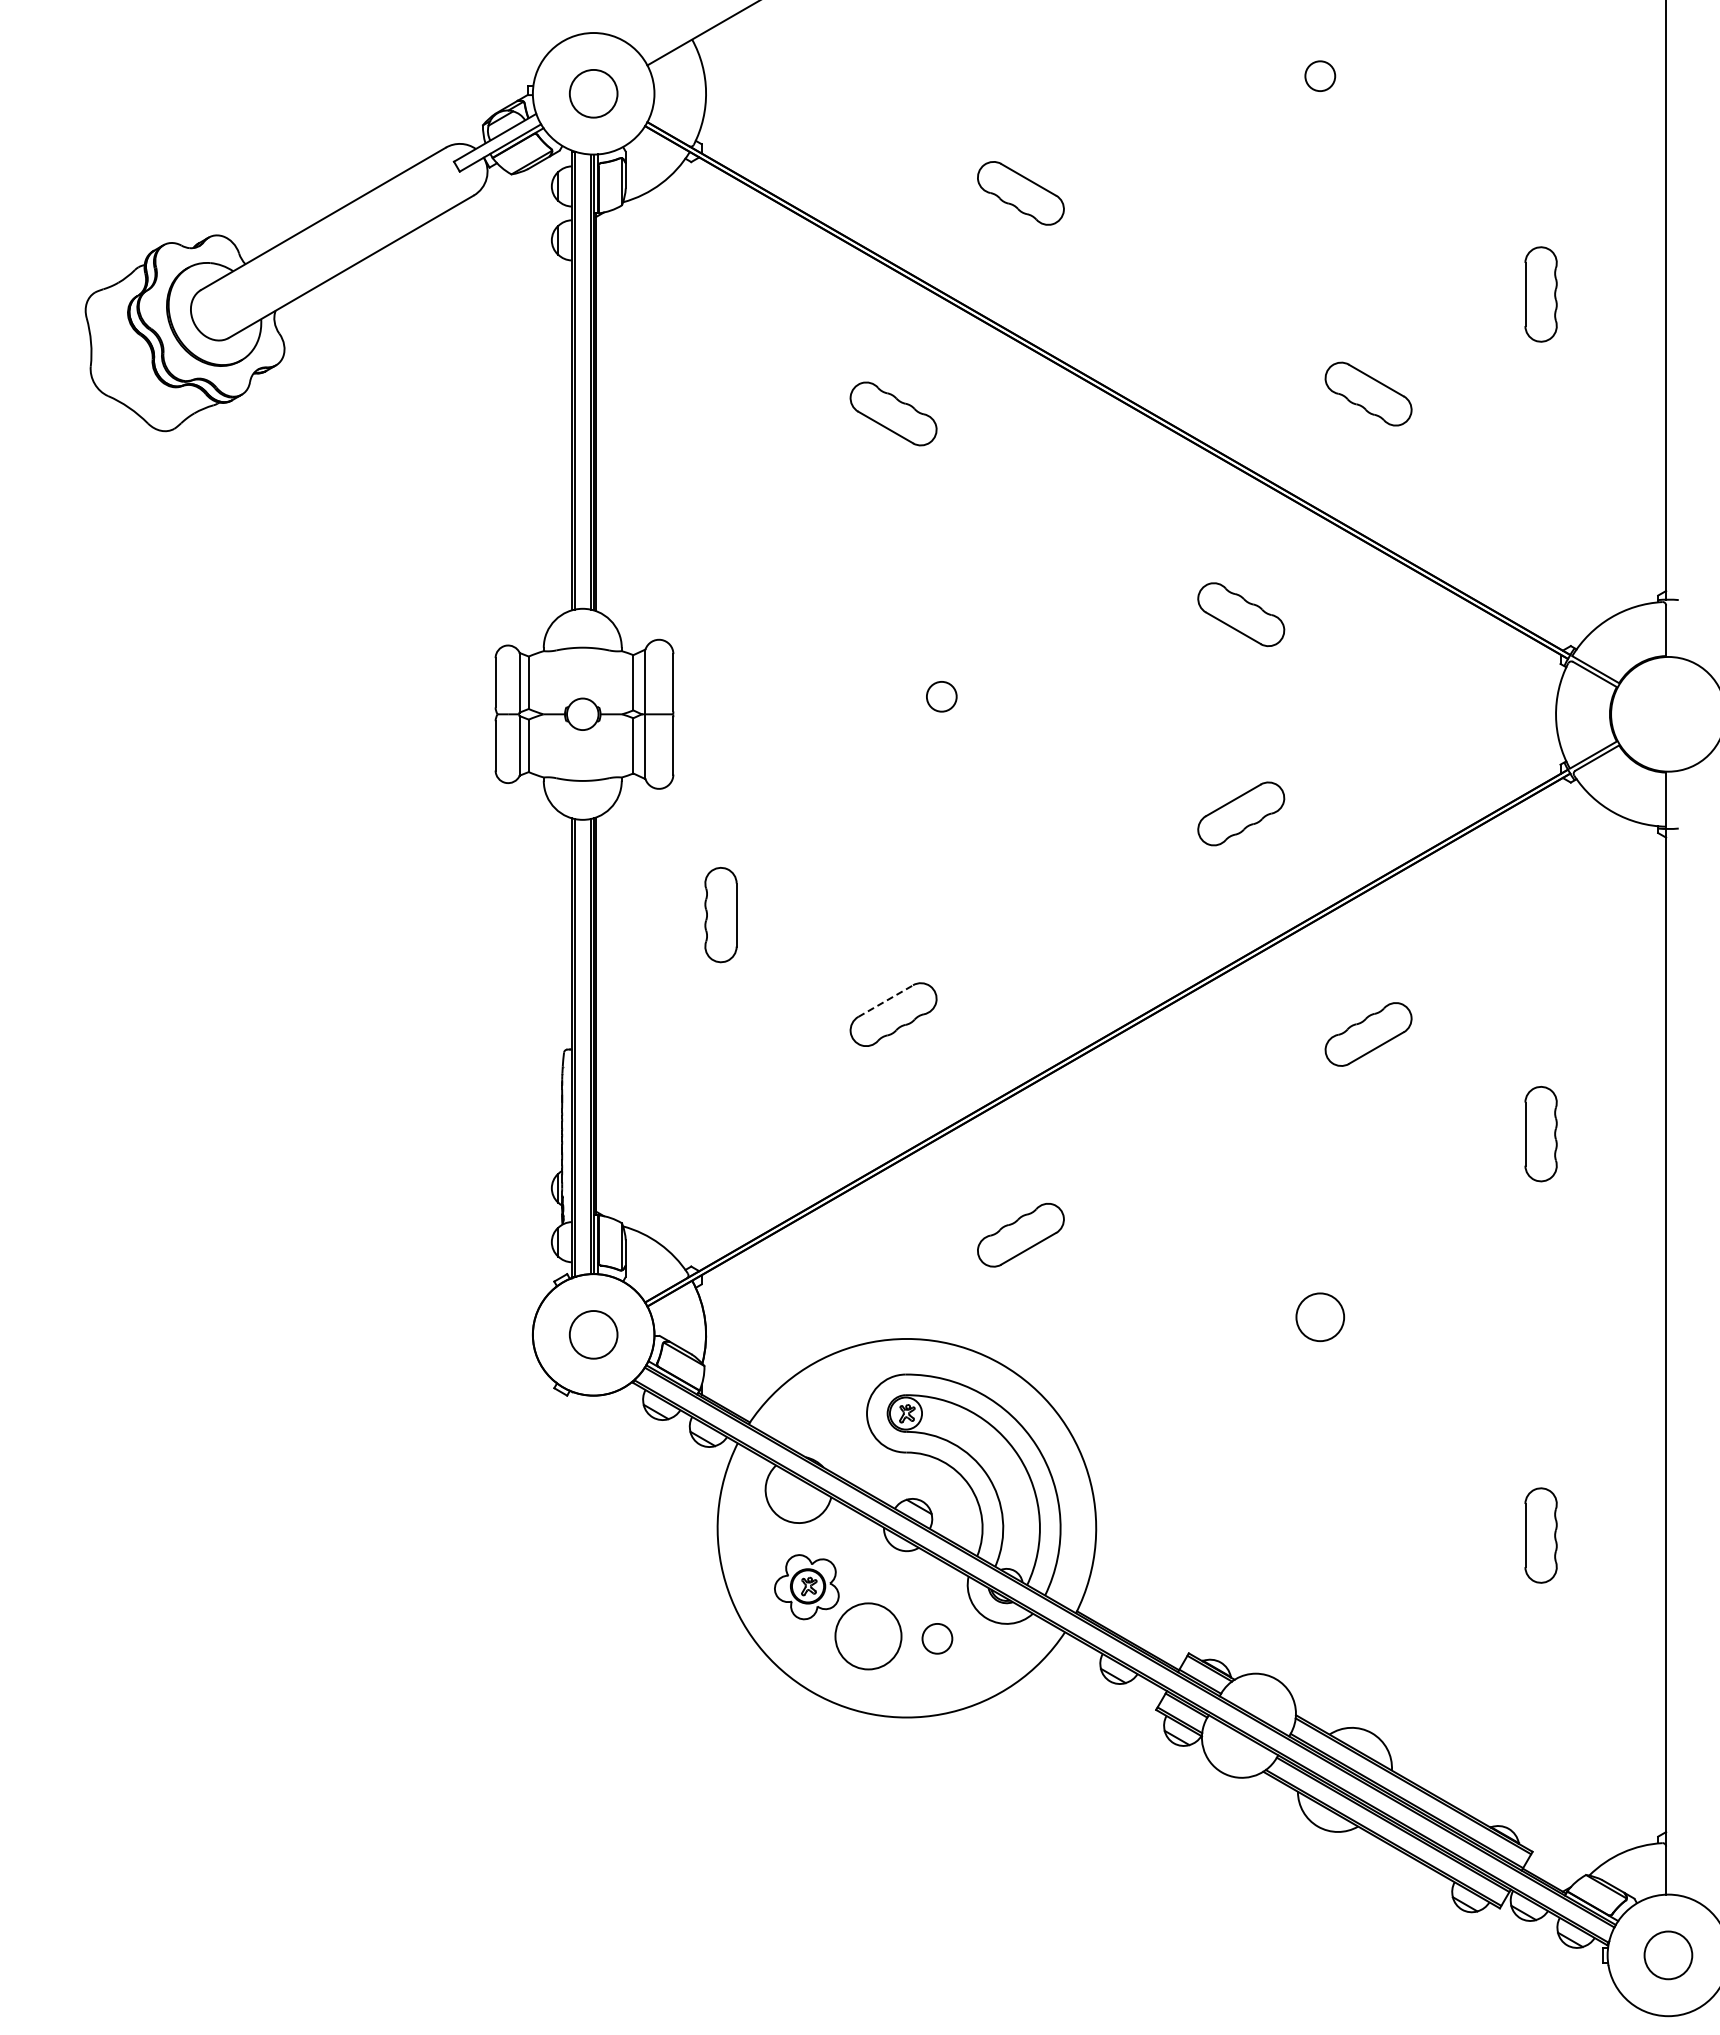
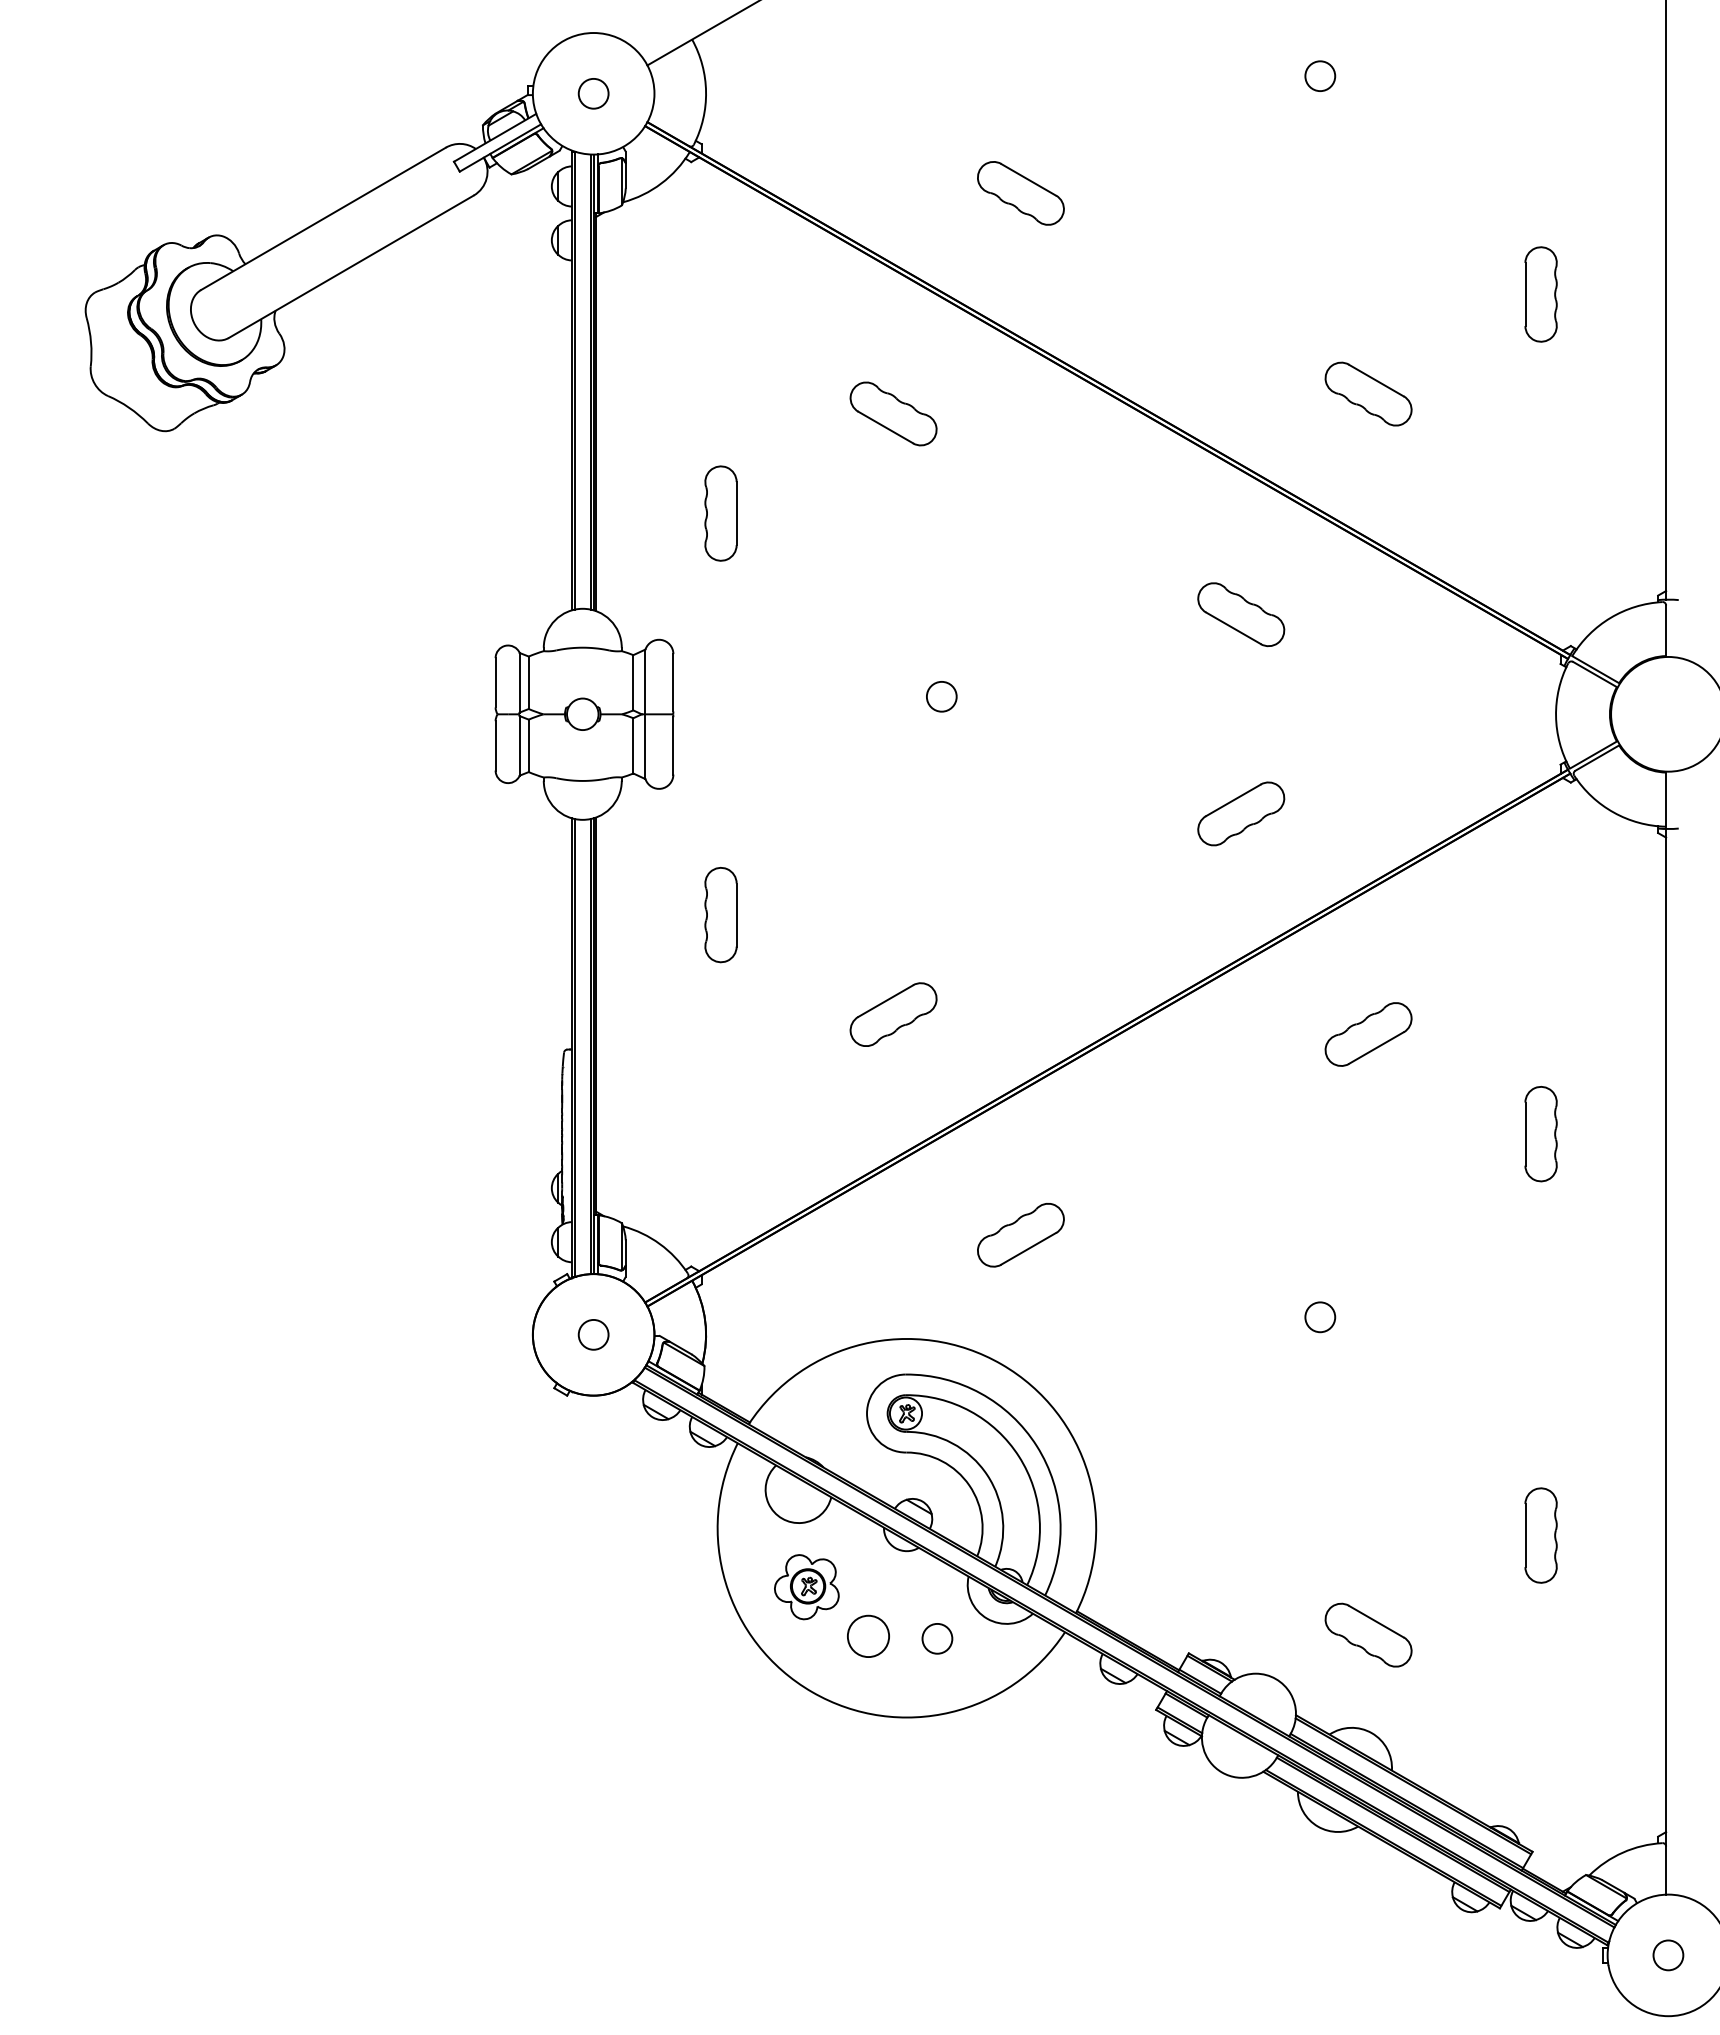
circle at (593, 93) diameter: 48 px -> 30 px
part at (720, 513): none -> present
line at (885, 1001): dashed -> solid
circle at (1320, 1317) diameter: 48 px -> 30 px
circle at (593, 1334) diameter: 48 px -> 30 px
part at (1368, 1634): none -> present
circle at (868, 1636) diameter: 66 px -> 41 px
circle at (1668, 1955) diameter: 48 px -> 30 px
